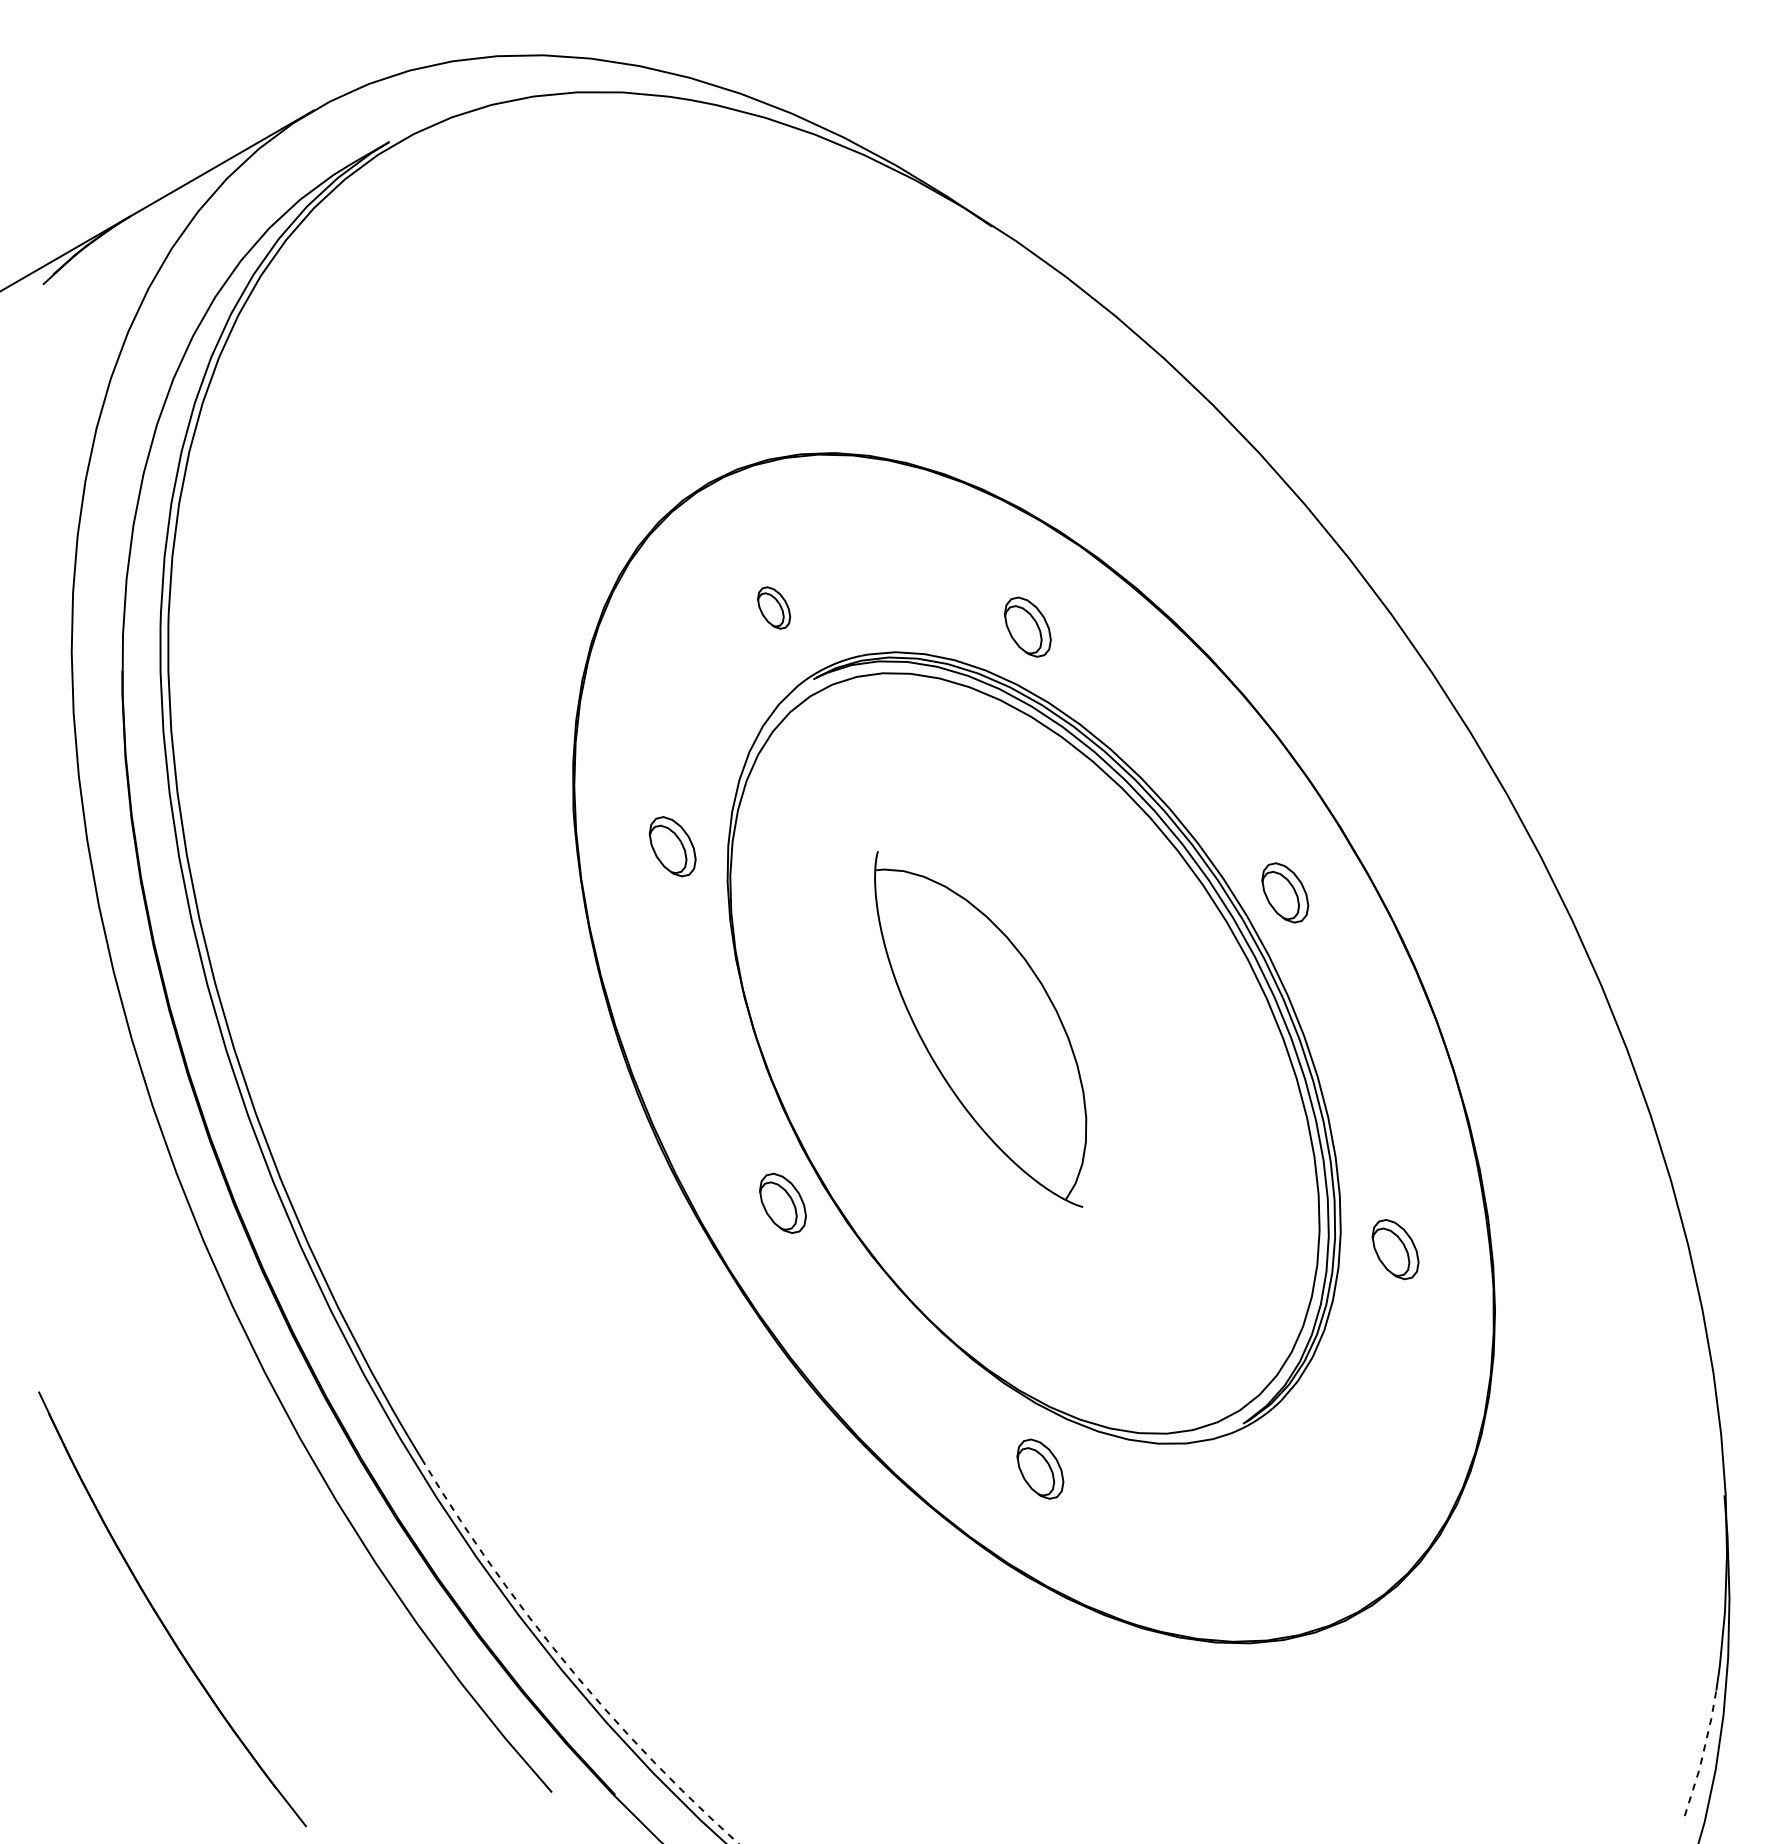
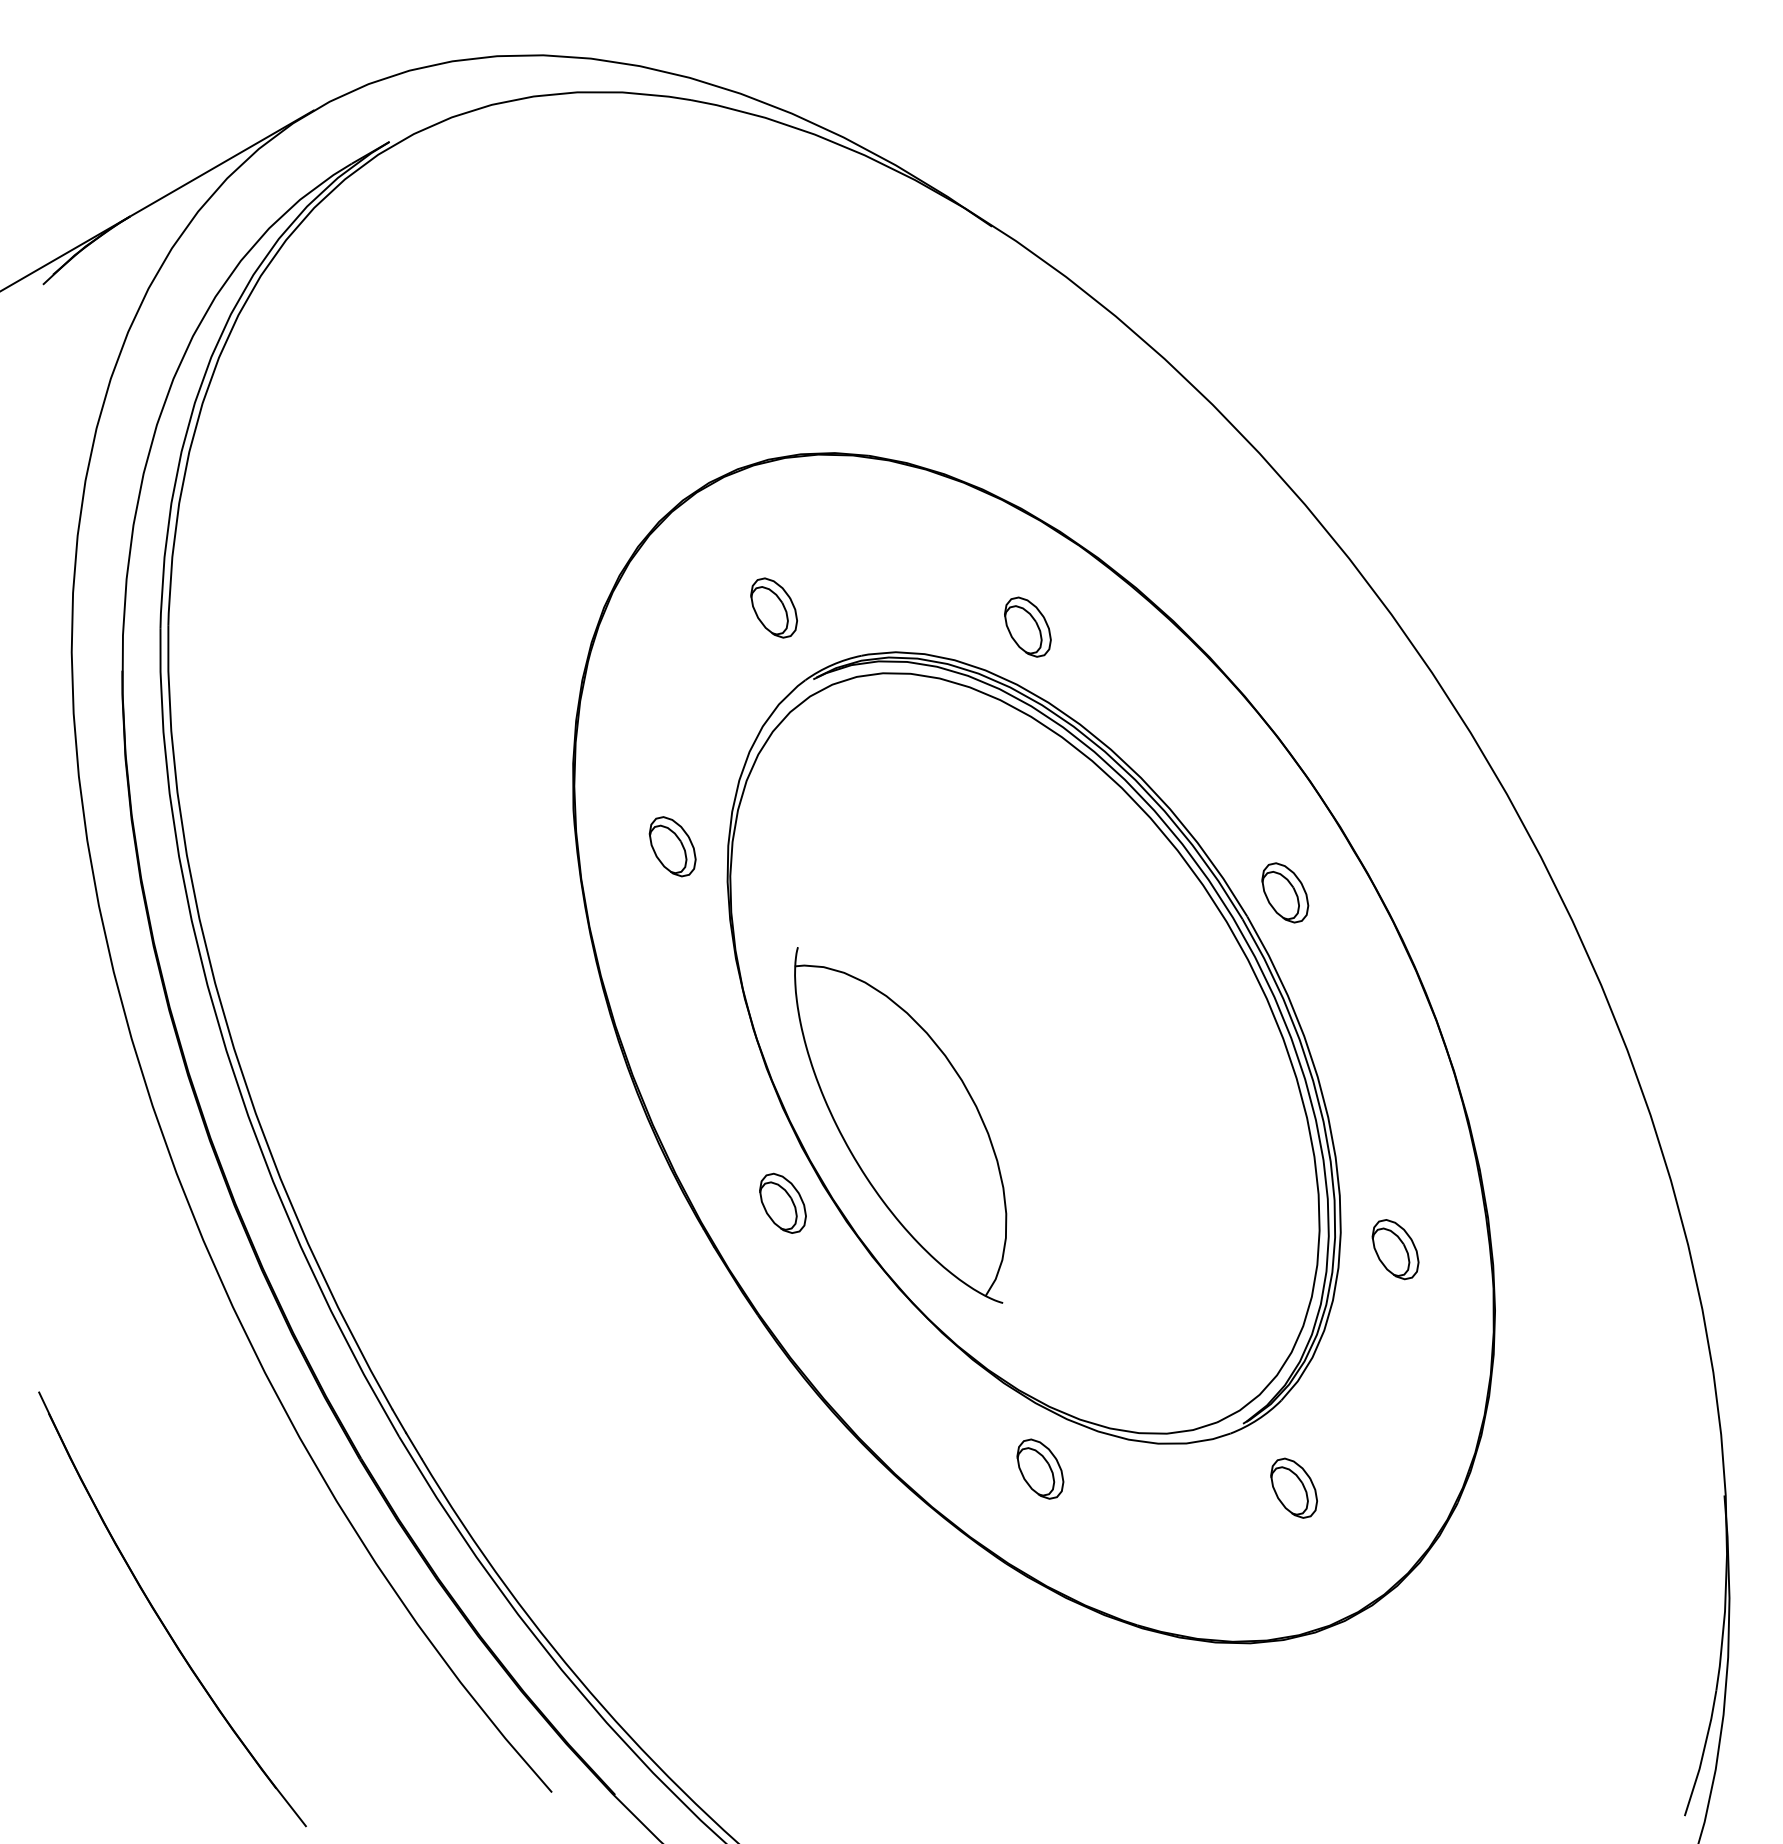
part at (774, 607) size: 35x44 px -> 48x62 px
part at (980, 1029) position: (980, 1029) -> (900, 1125)
part at (1293, 1487): none -> present
arc at (566, 1664): dashed -> solid
line at (1703, 1753): dashed -> solid
